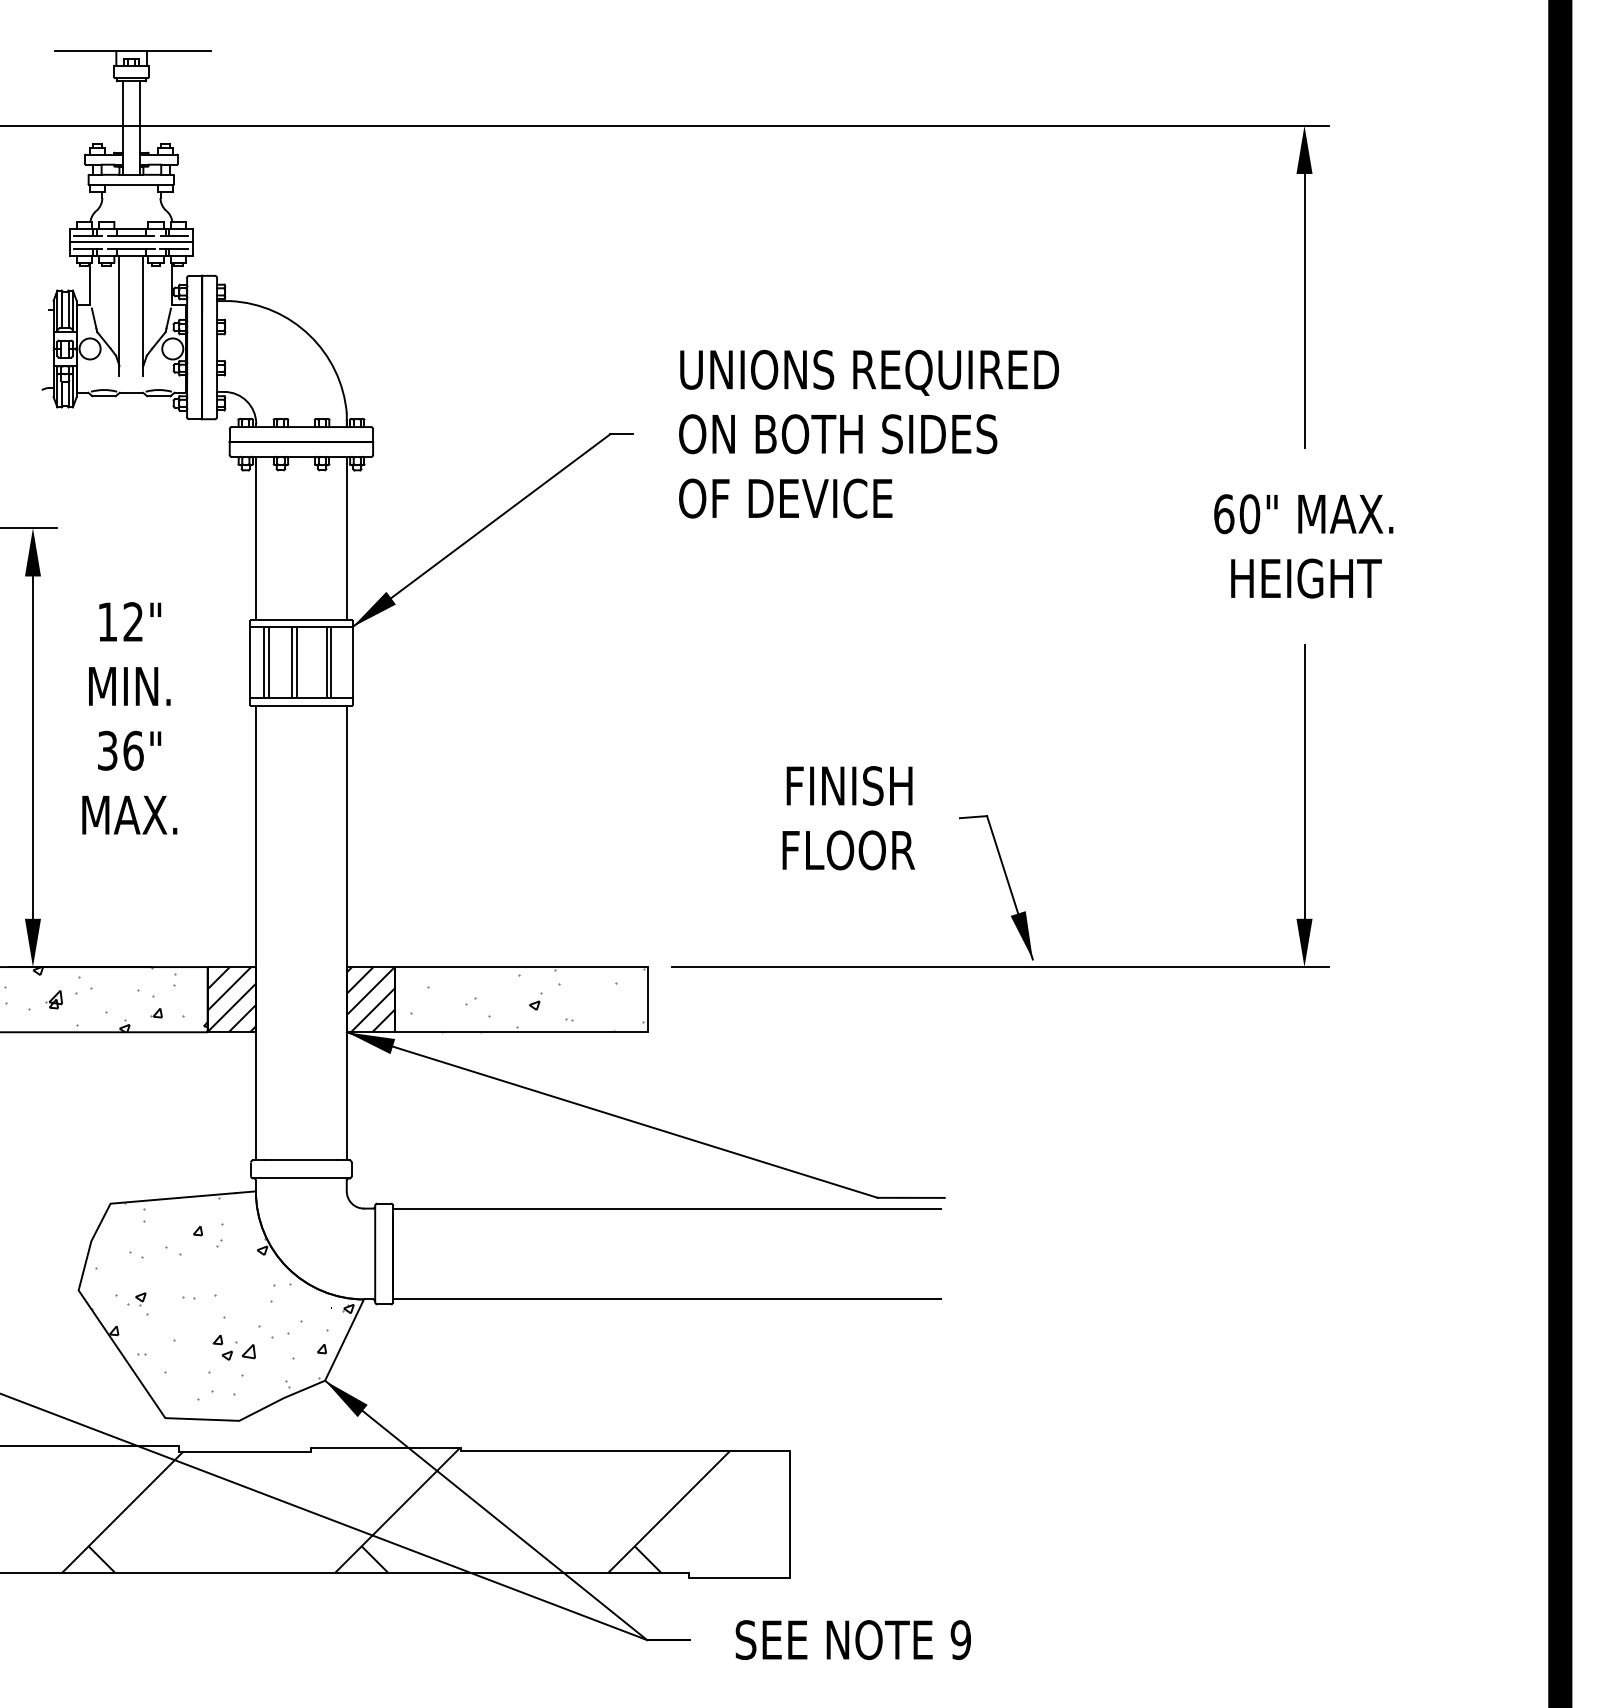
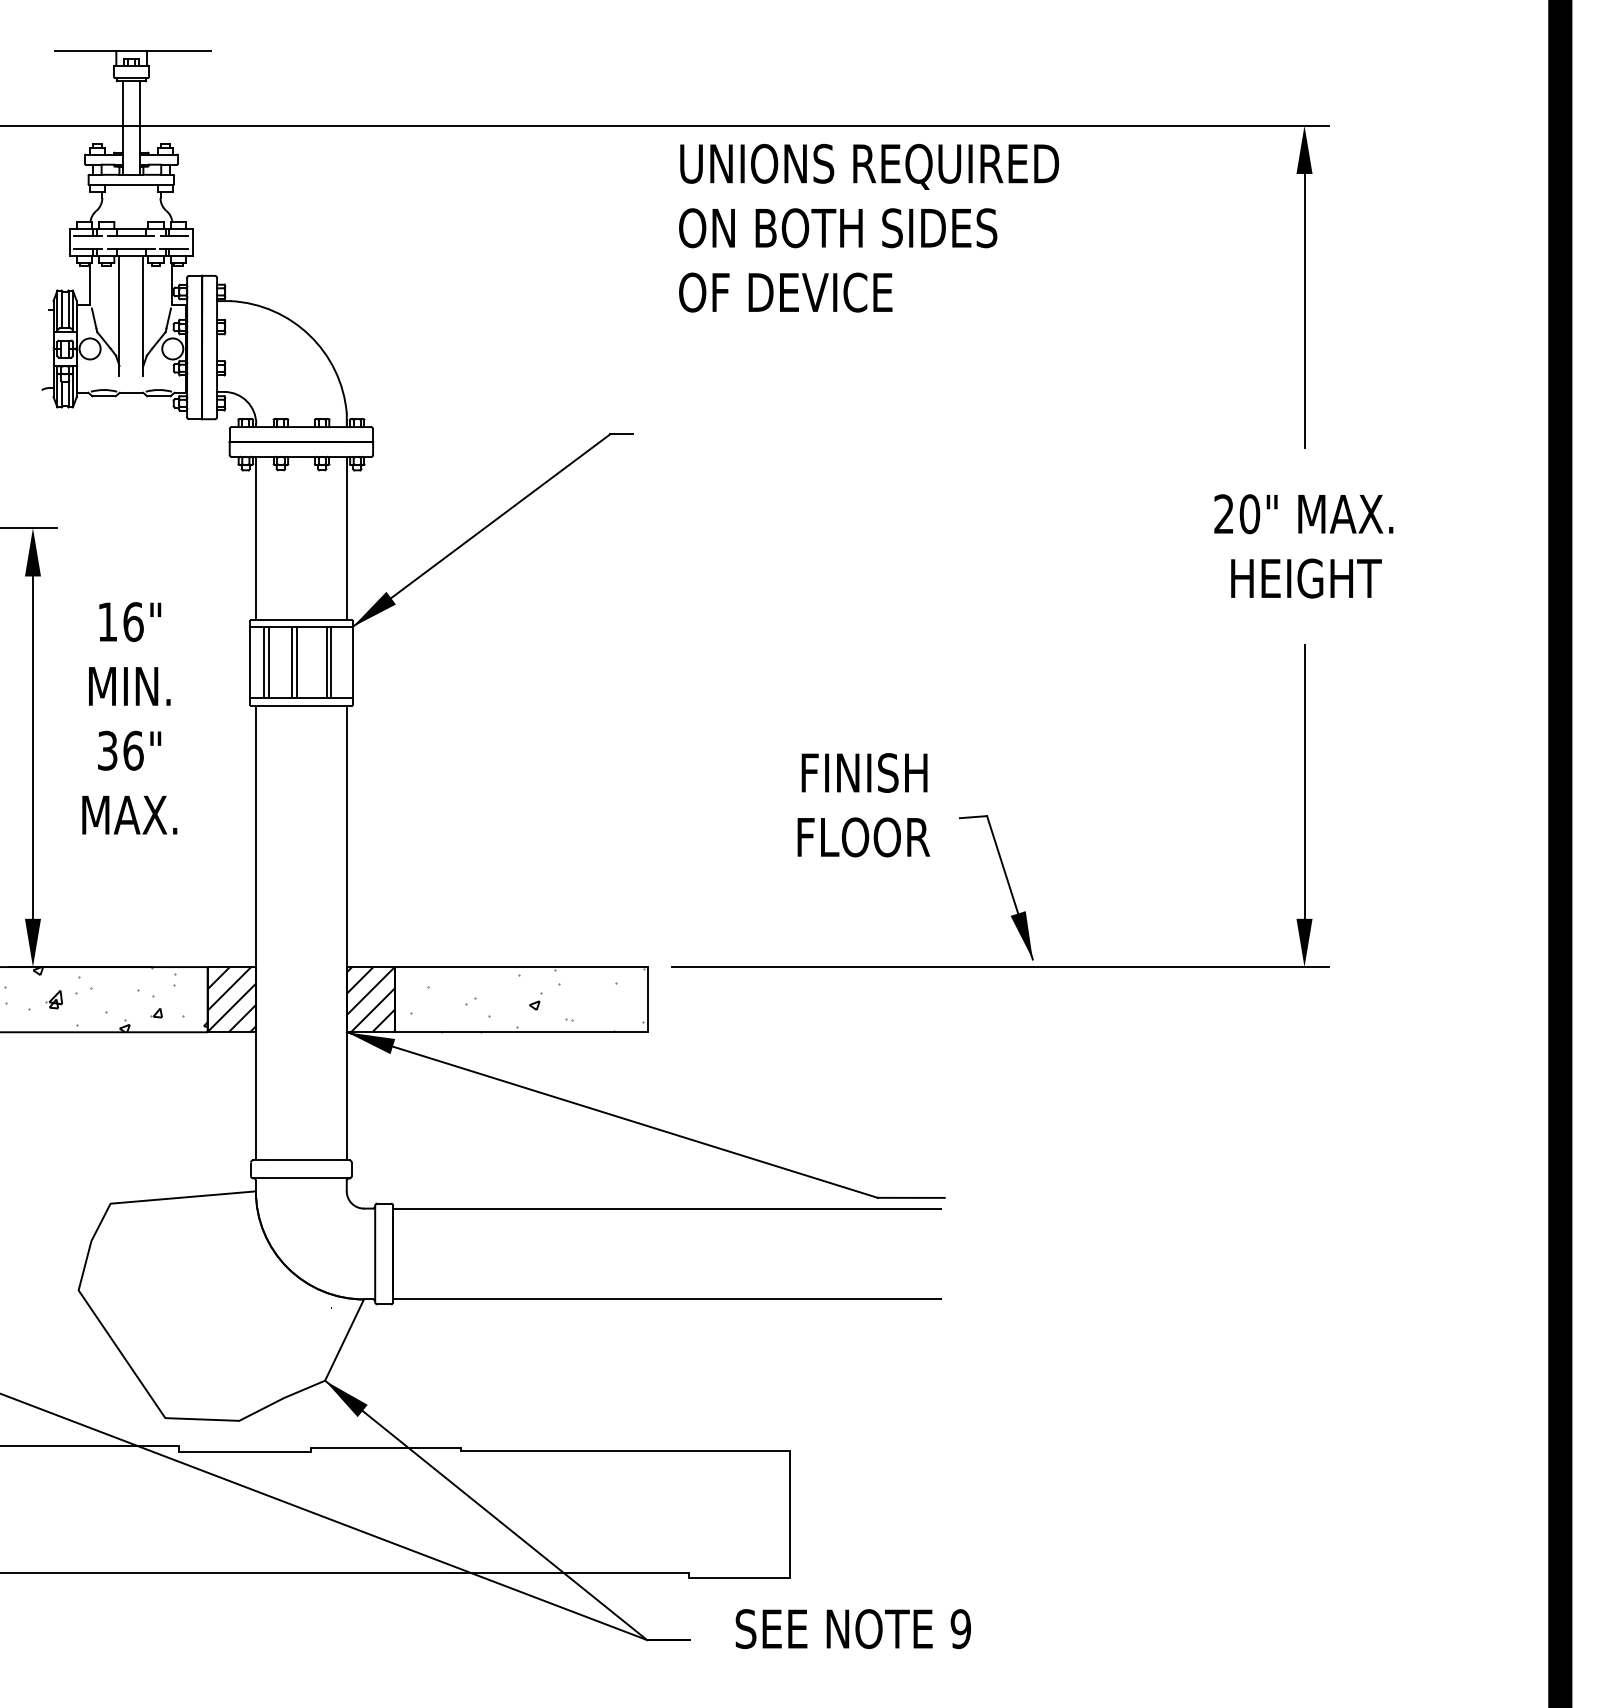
line at (131, 242): present -> none
text at (868, 433) position: (868, 433) -> (868, 227)
text at (1224, 514): 60" -> 20"
text at (133, 621): 12" -> 16"
text at (848, 818) position: (848, 818) -> (863, 805)
hatch at (222, 1295): present -> none
hatch at (395, 1509): present -> none
text at (852, 1639) position: (852, 1639) -> (852, 1628)
